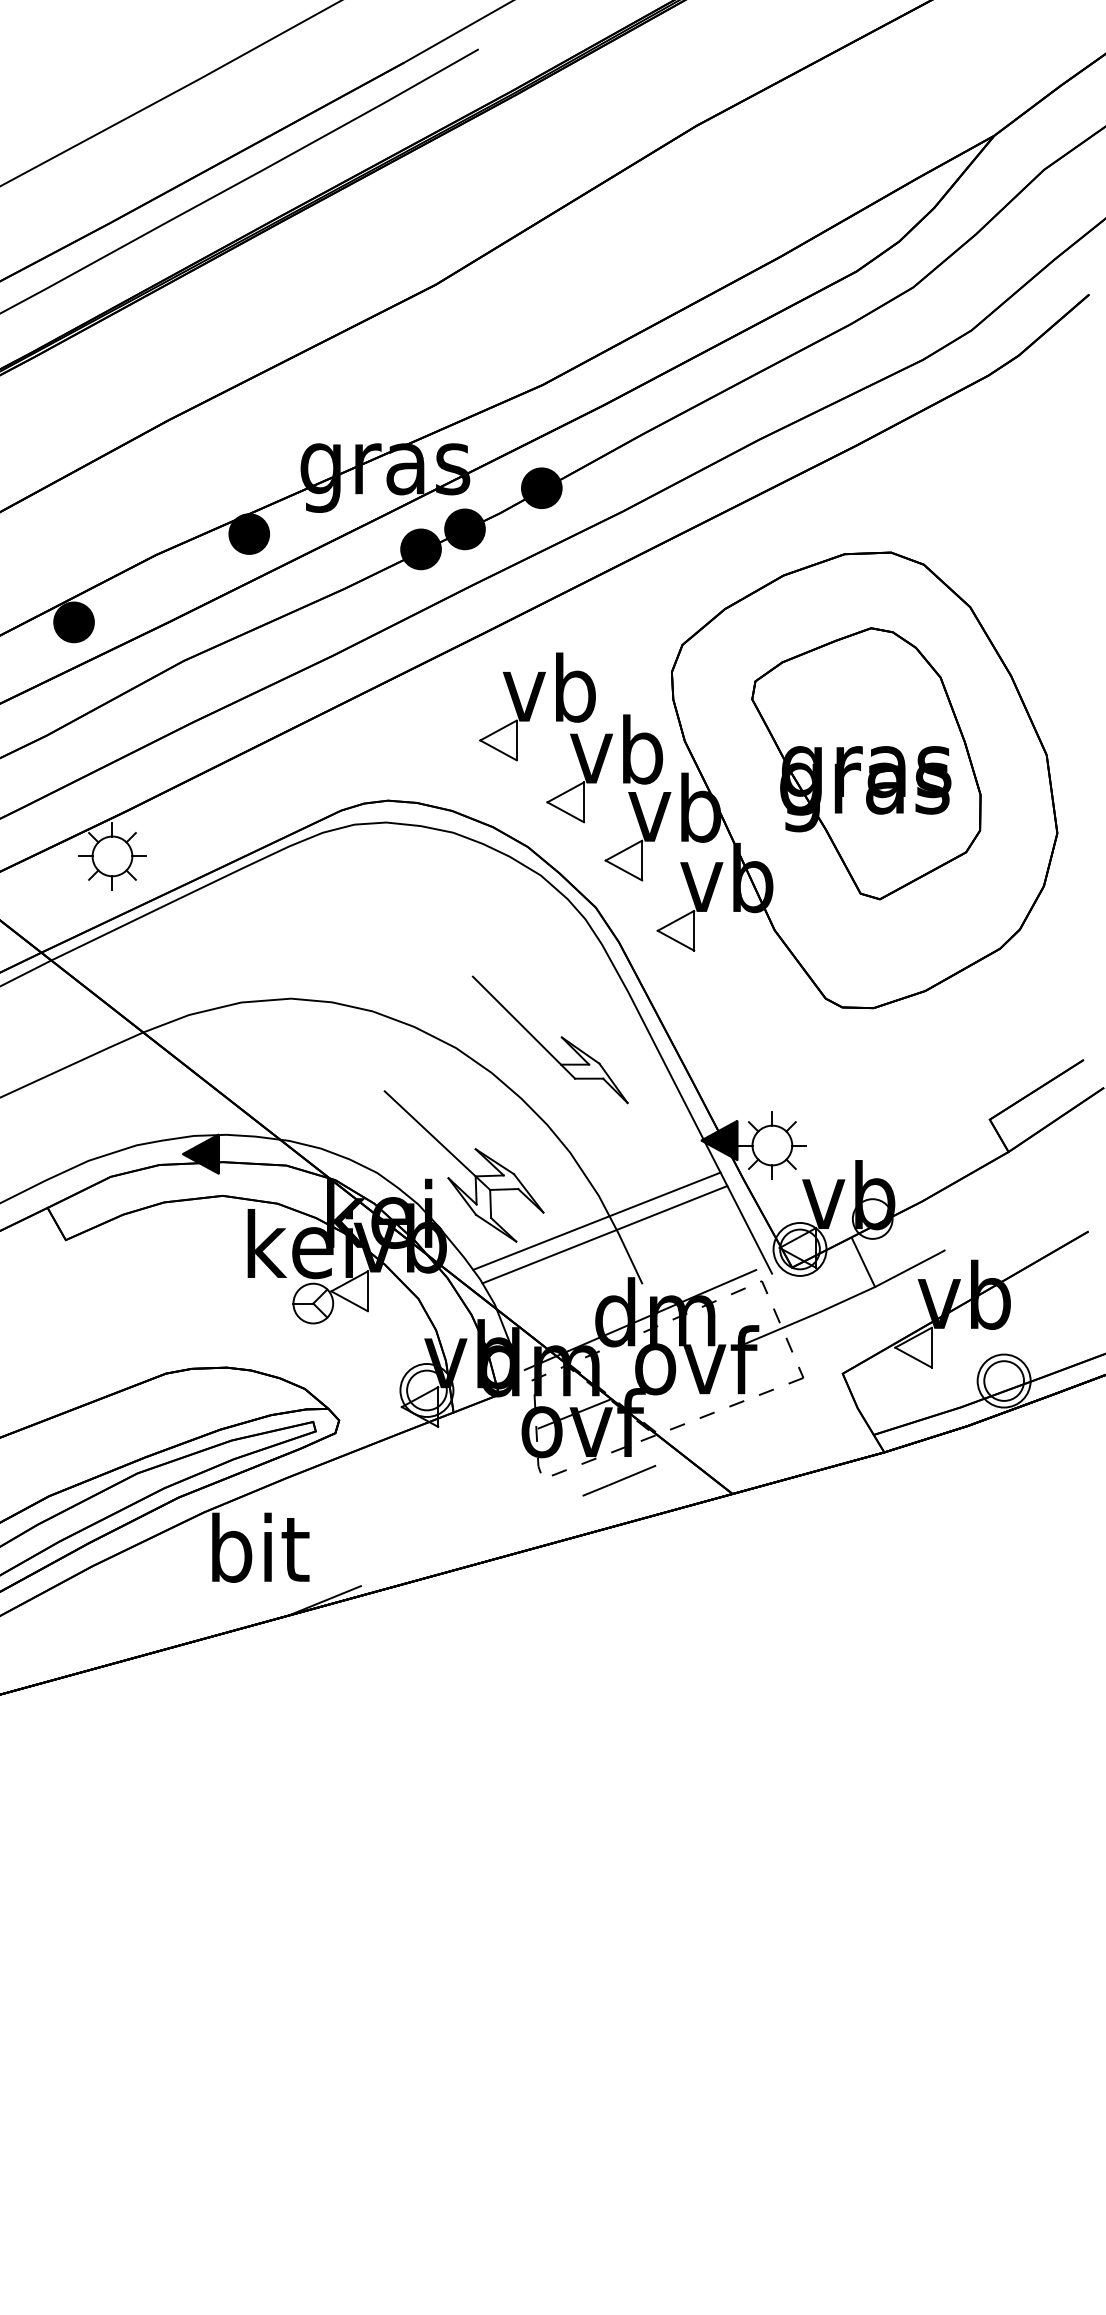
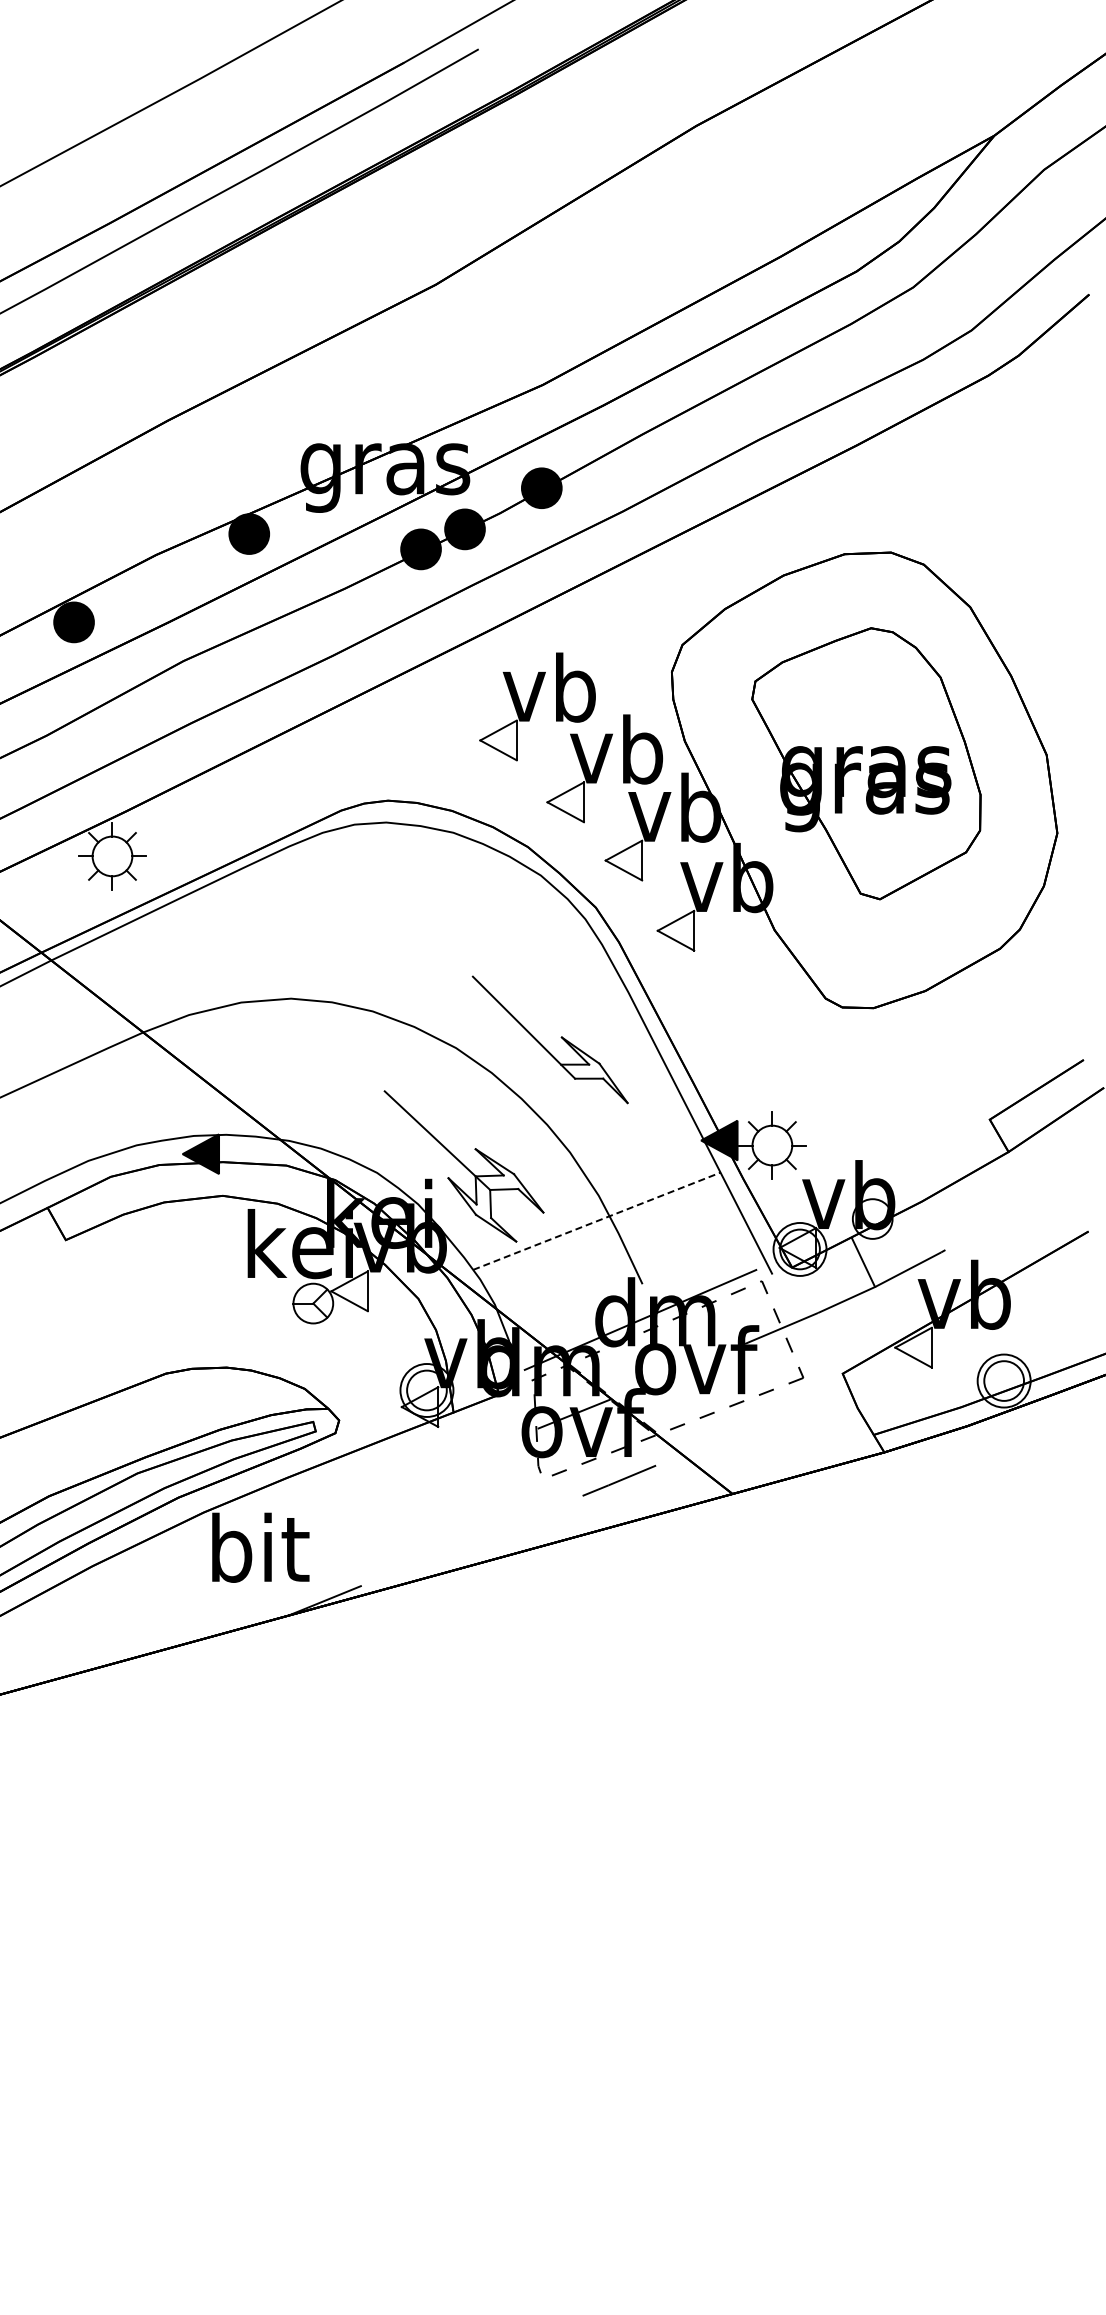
line at (596, 1221): solid -> dashed
line at (604, 1234): present -> none
